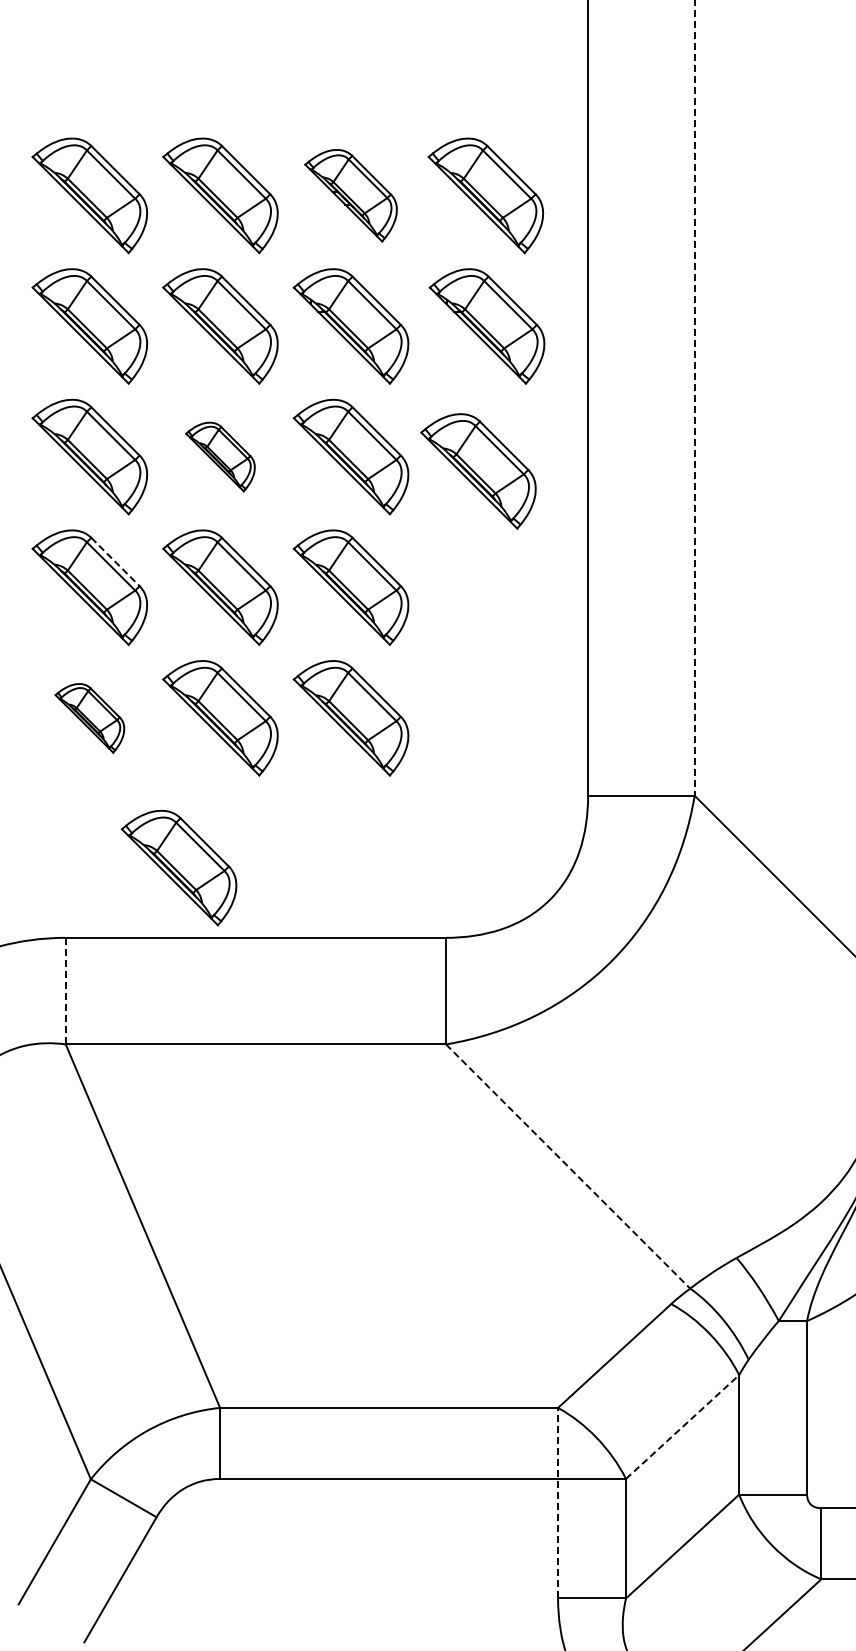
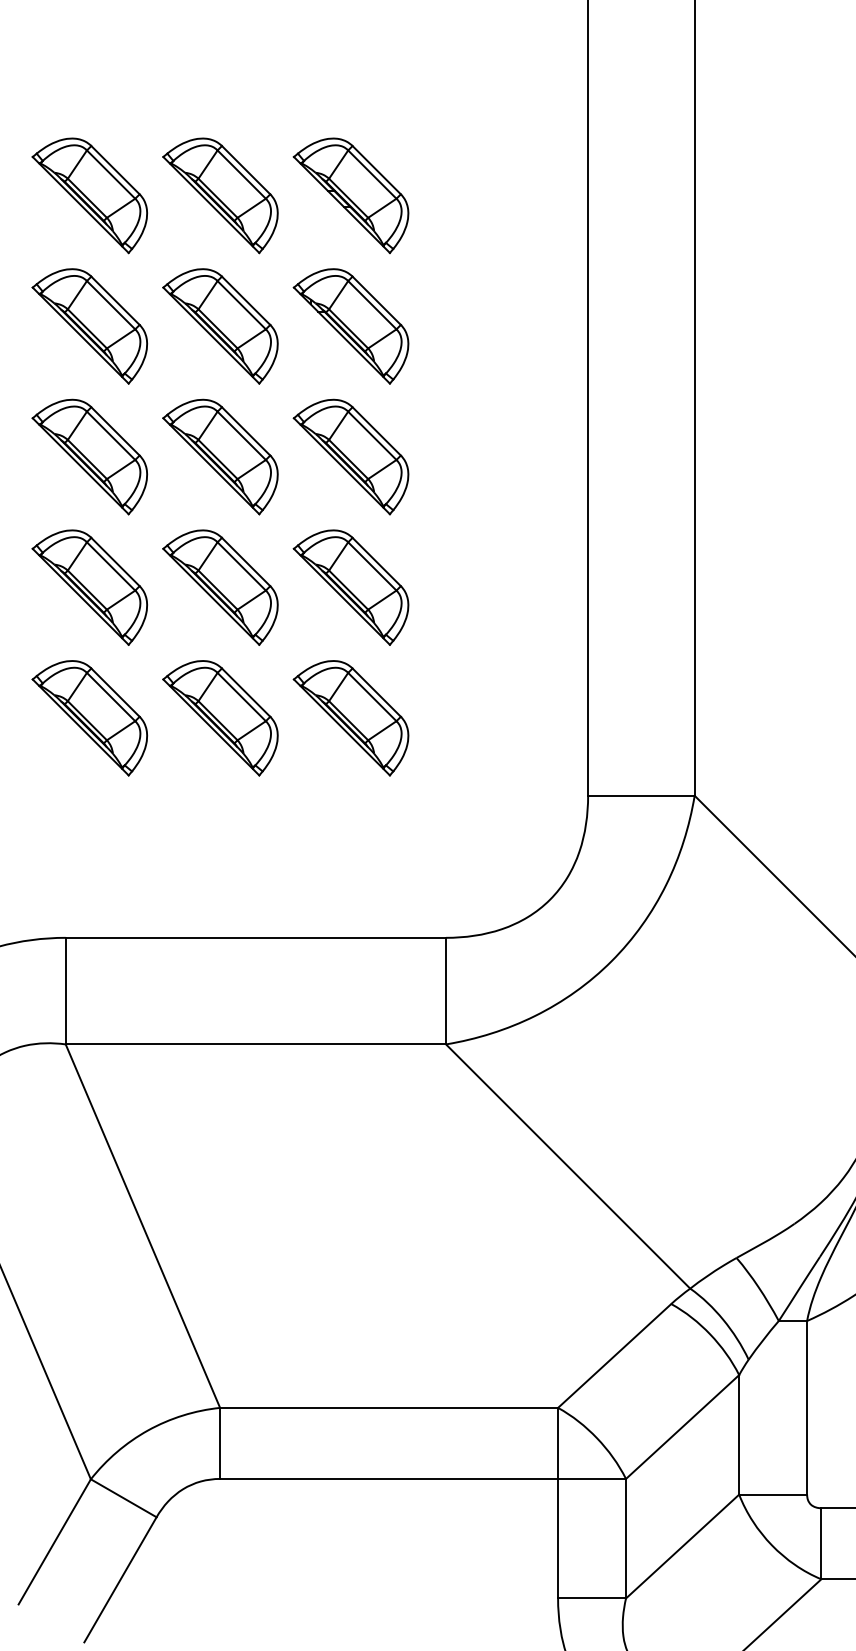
part at (350, 195) size: 94x94 px -> 118x117 px
part at (485, 195): present -> none
part at (486, 326): present -> none
line at (694, 398): dashed -> solid
part at (220, 456) size: 71x72 px -> 117x118 px
part at (478, 471): present -> none
line at (115, 562): dashed -> solid
part at (89, 718) size: 72x71 px -> 118x117 px
part at (178, 867): present -> none
line at (65, 990): dashed -> solid
line at (568, 1166): dashed -> solid
line at (682, 1427): dashed -> solid
line at (558, 1502): dashed -> solid
